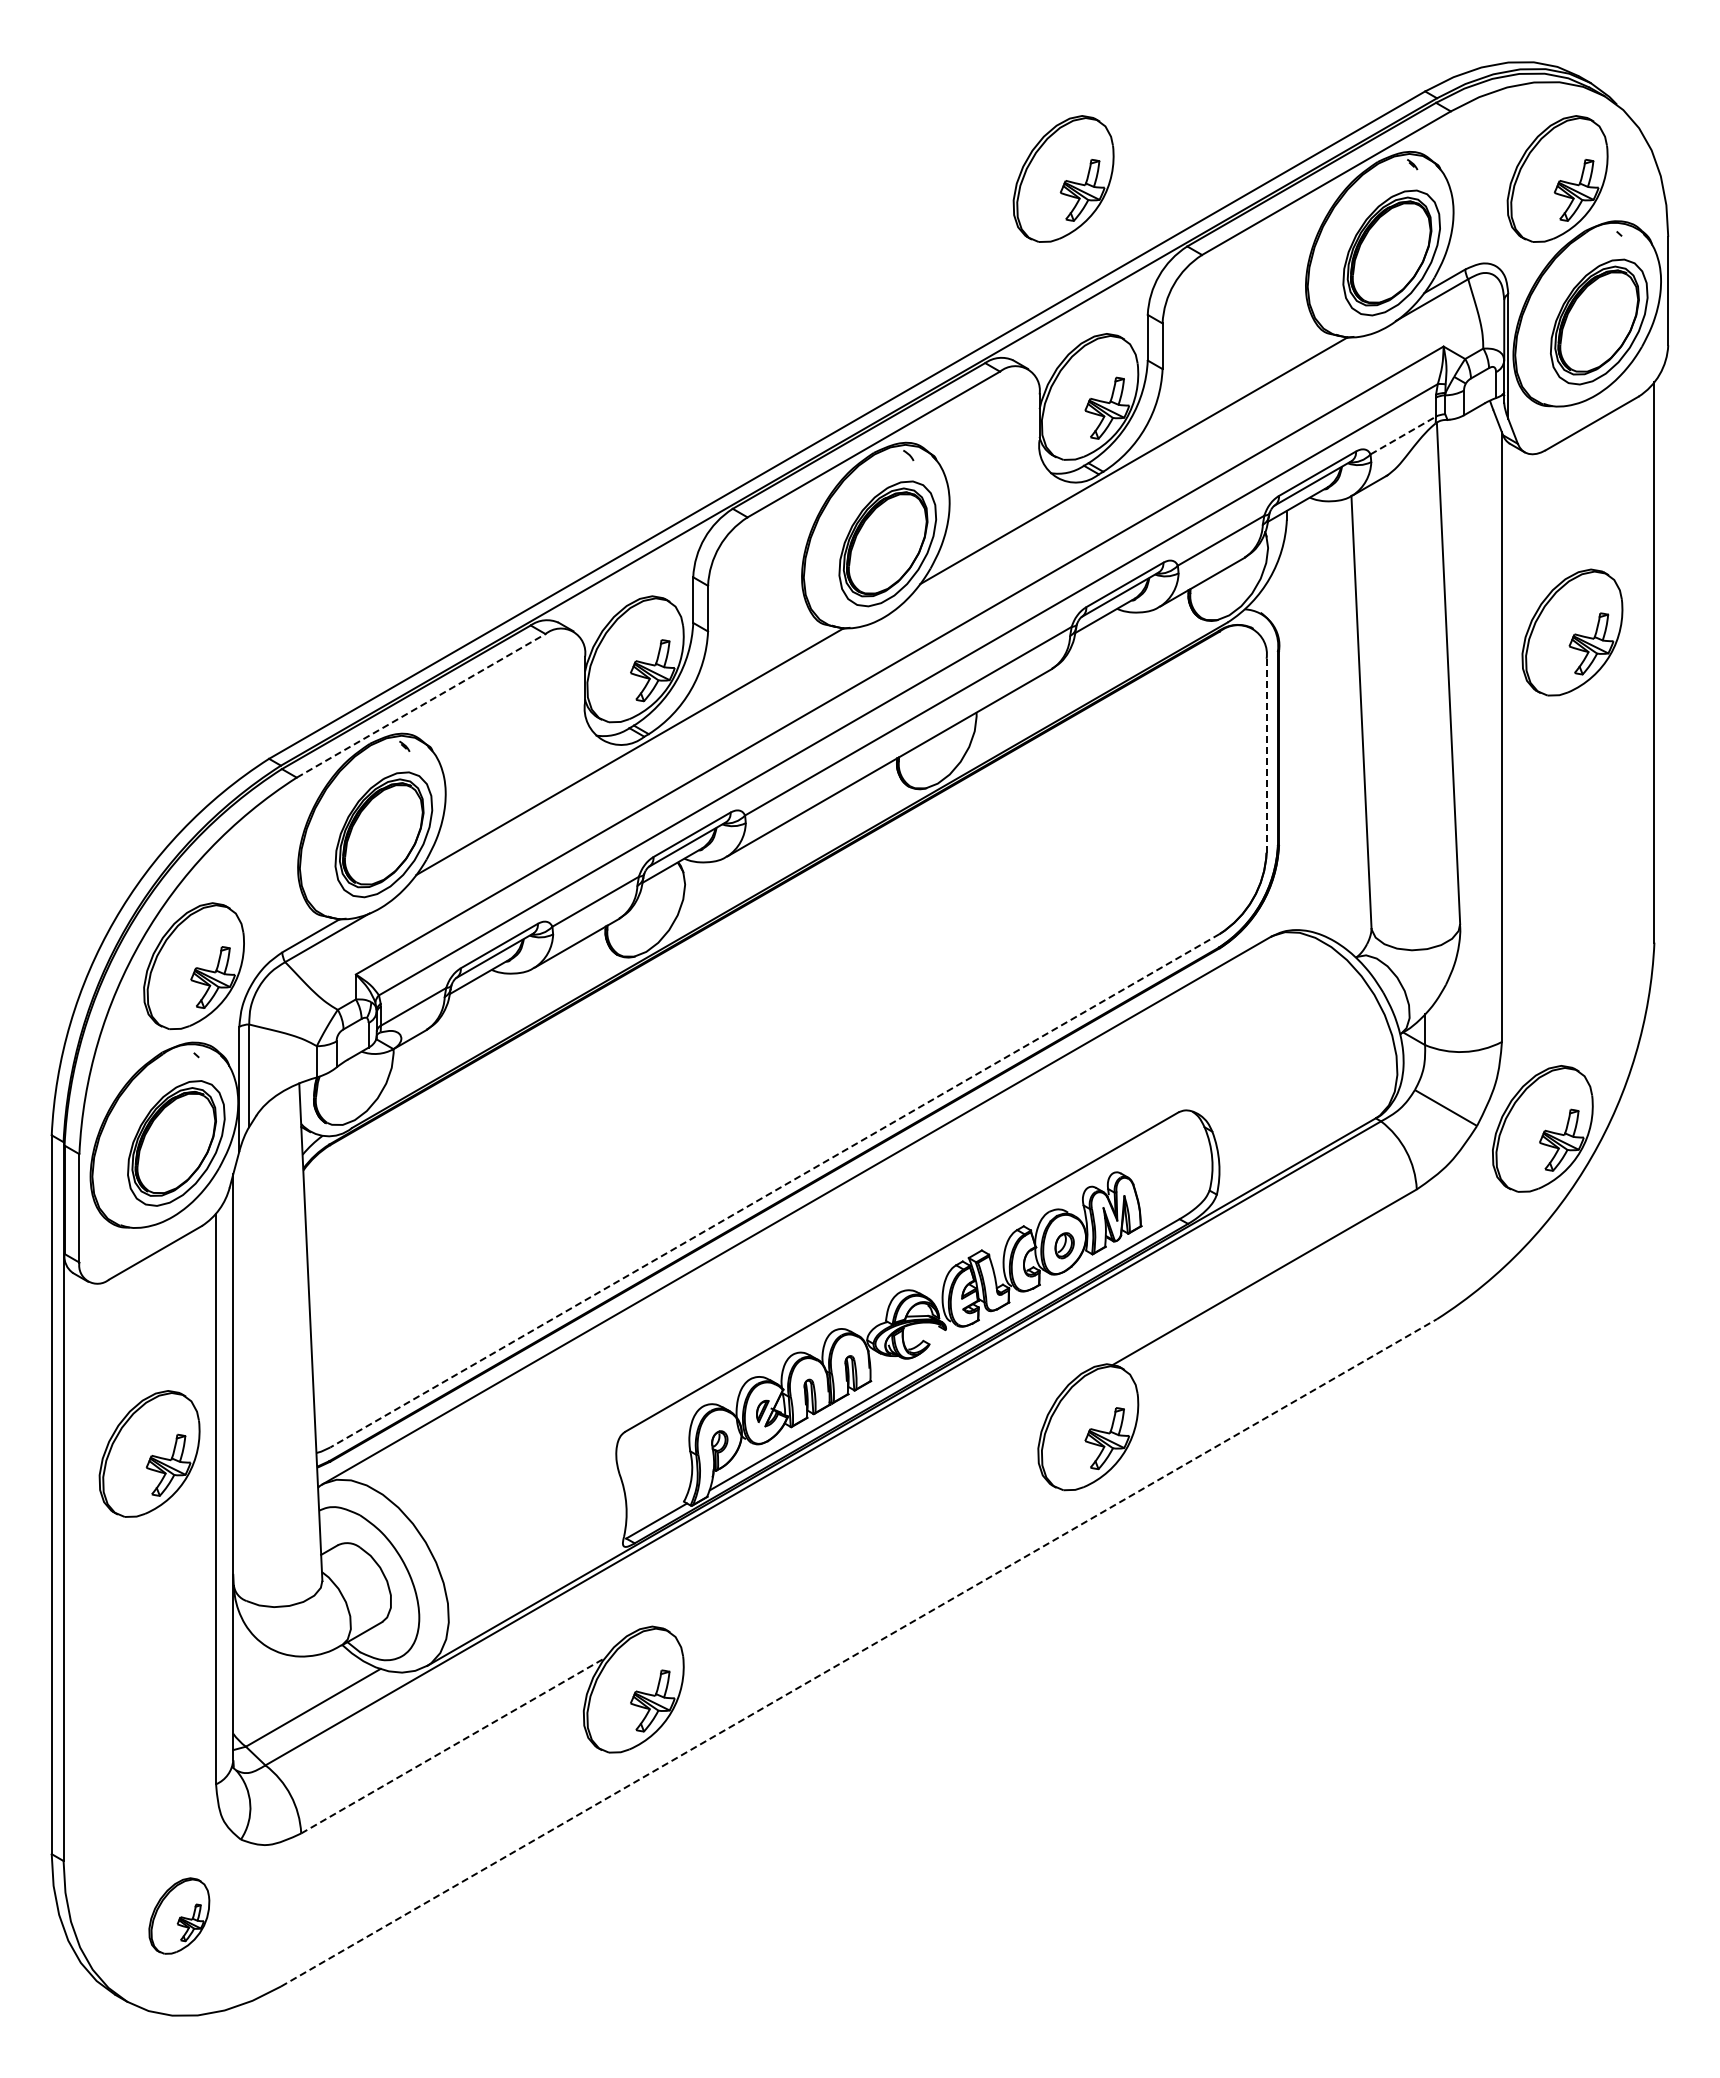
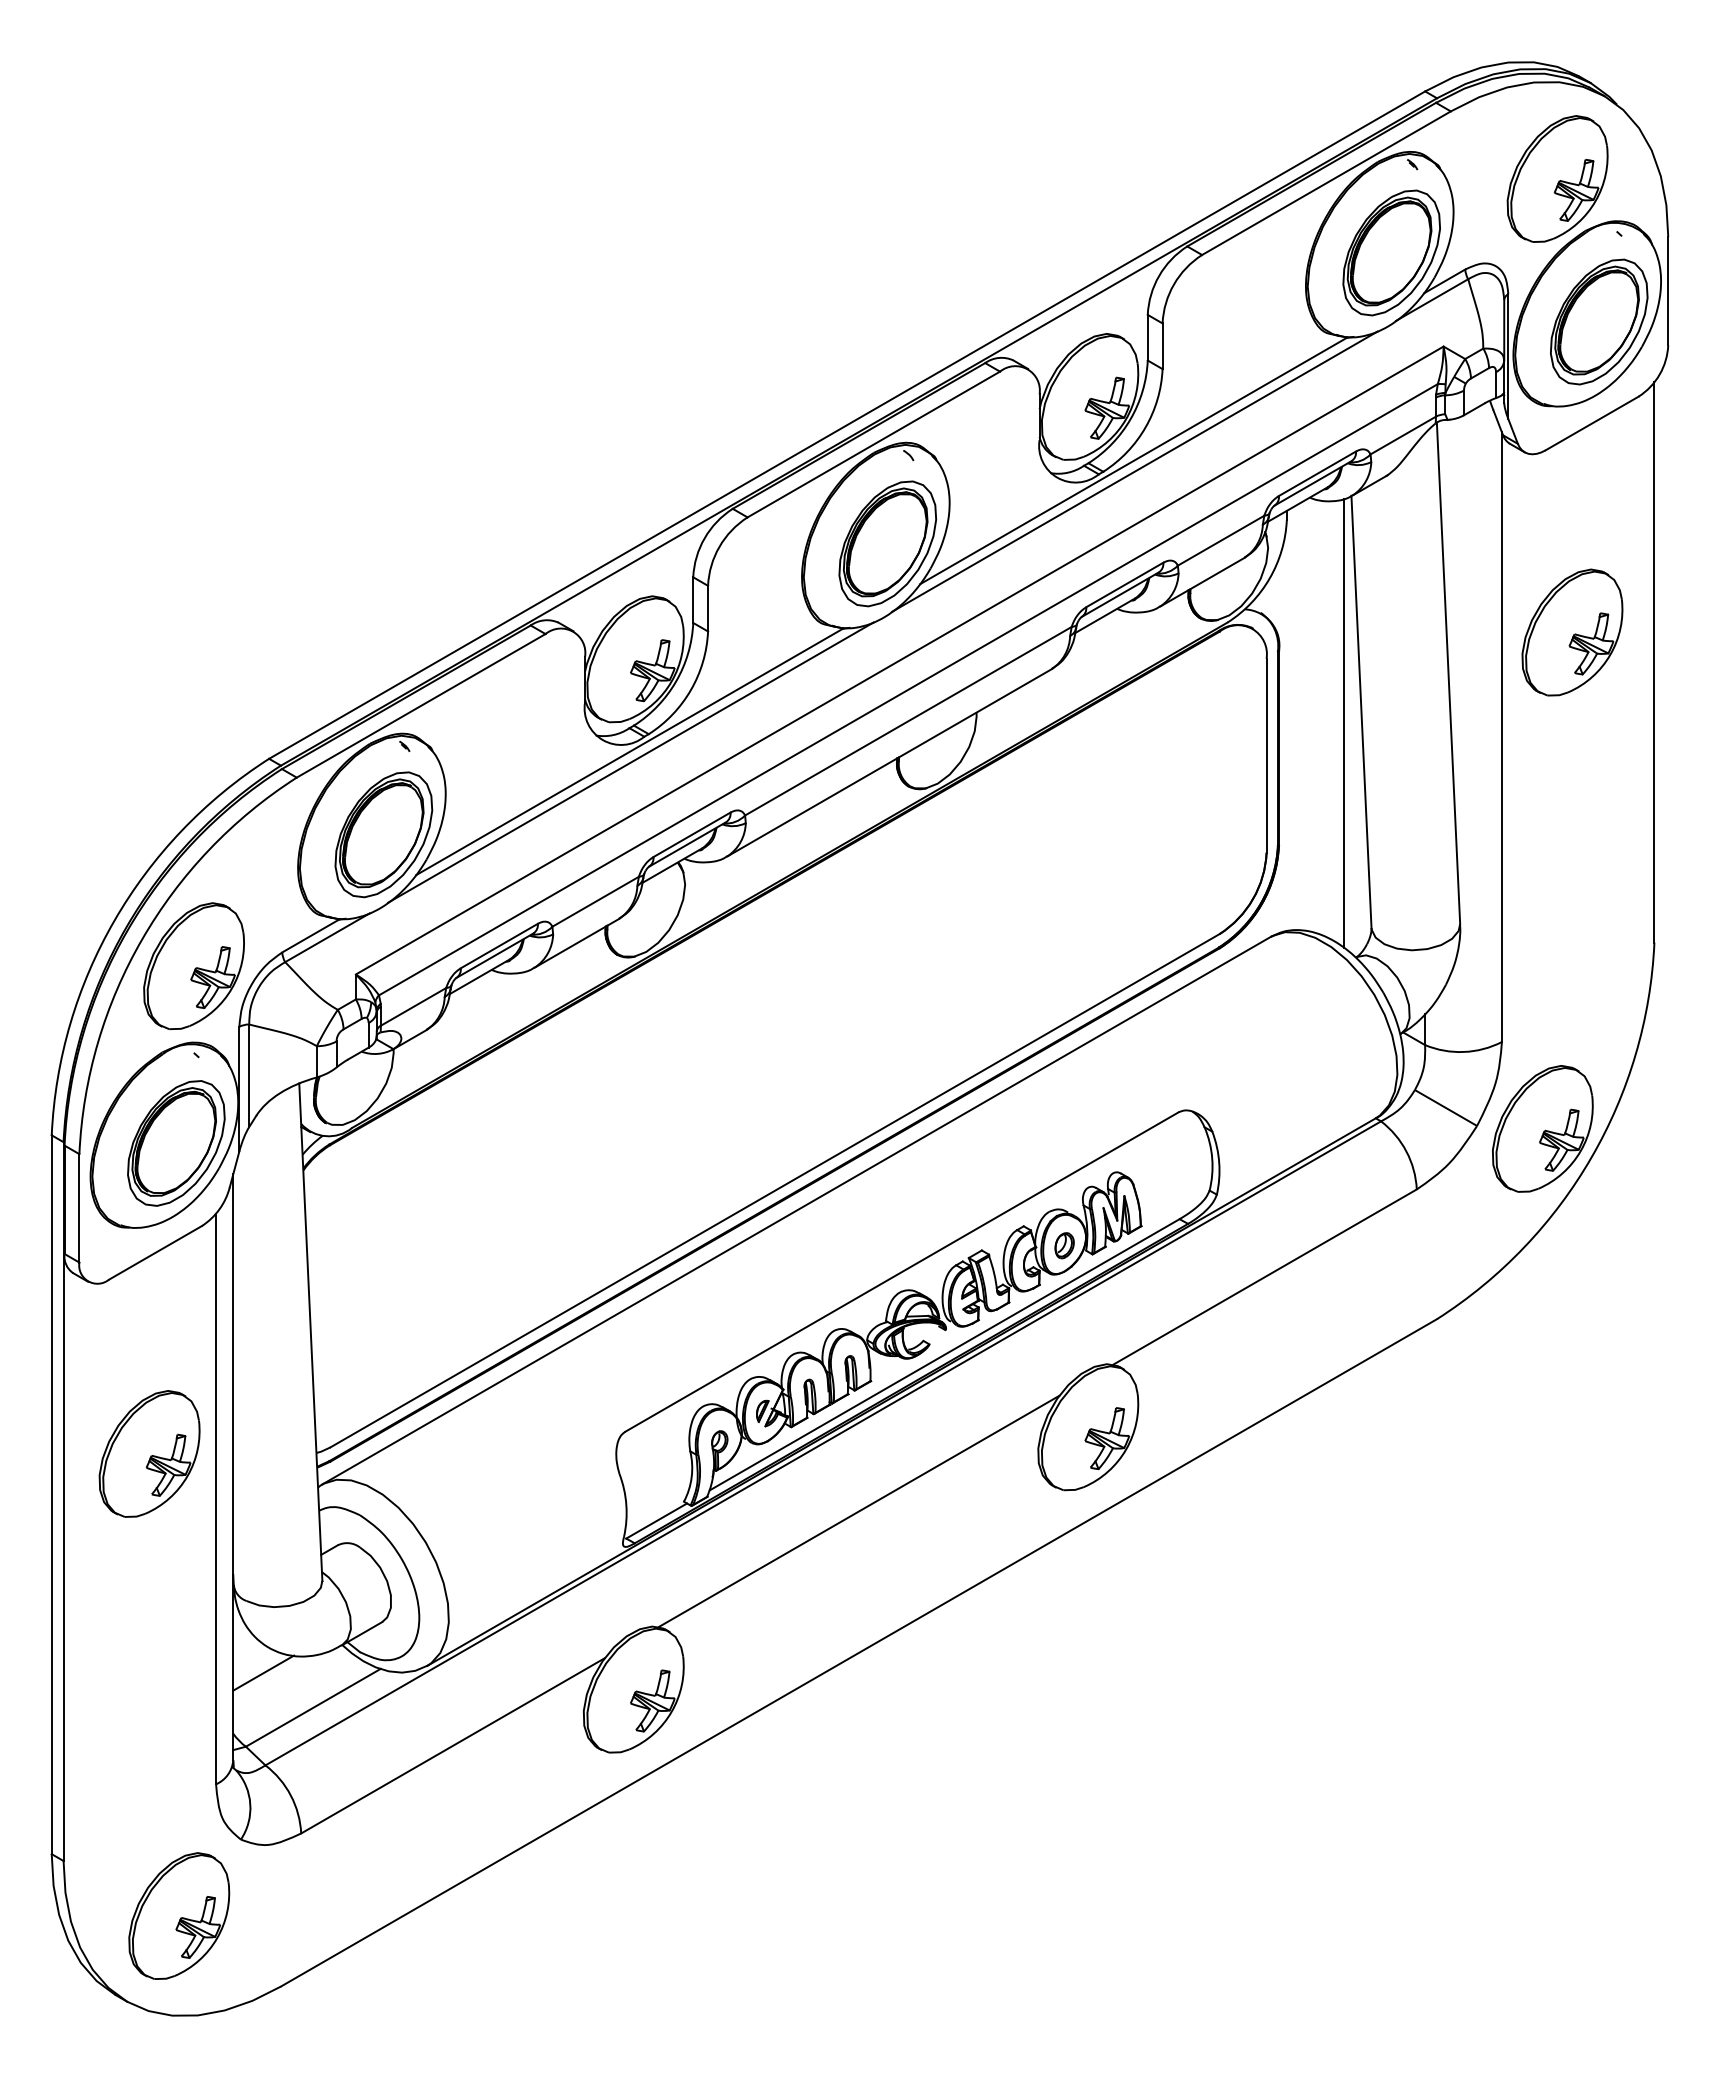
part at (1063, 178): present -> none
line at (1403, 435): dashed -> solid
line at (1134, 471): none -> present
line at (421, 705): dashed -> solid
line at (1344, 722): none -> present
line at (1266, 755): dashed -> solid
line at (630, 762): none -> present
line at (774, 1191): dashed -> solid
line at (858, 1511): none -> present
line at (859, 1652): dashed -> solid
line at (263, 1672): none -> present
line at (453, 1745): dashed -> solid
part at (179, 1915) size: 63x78 px -> 103x128 px
